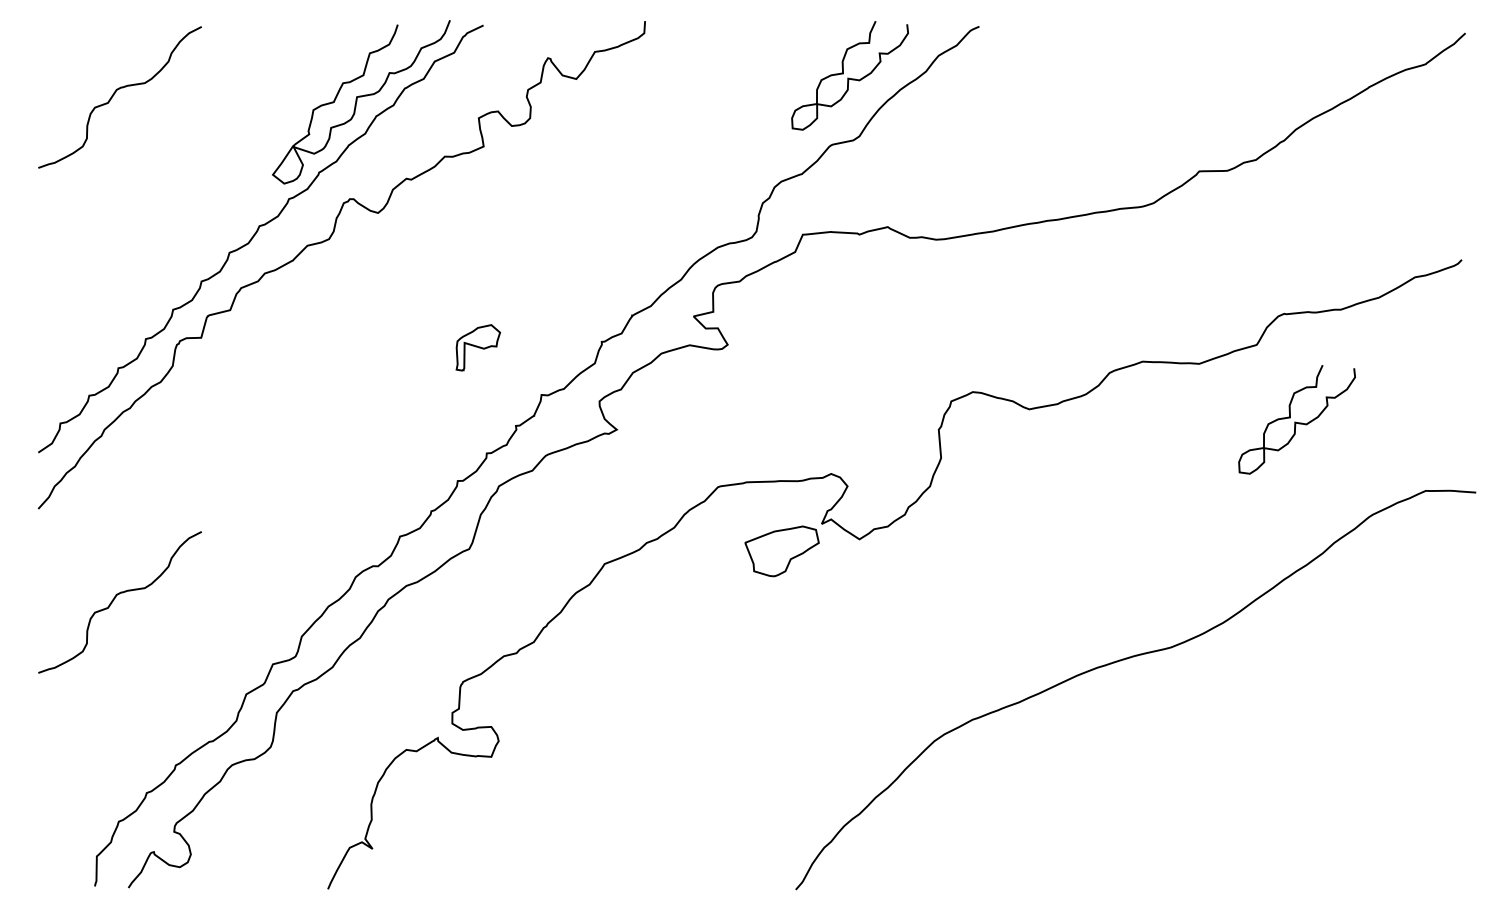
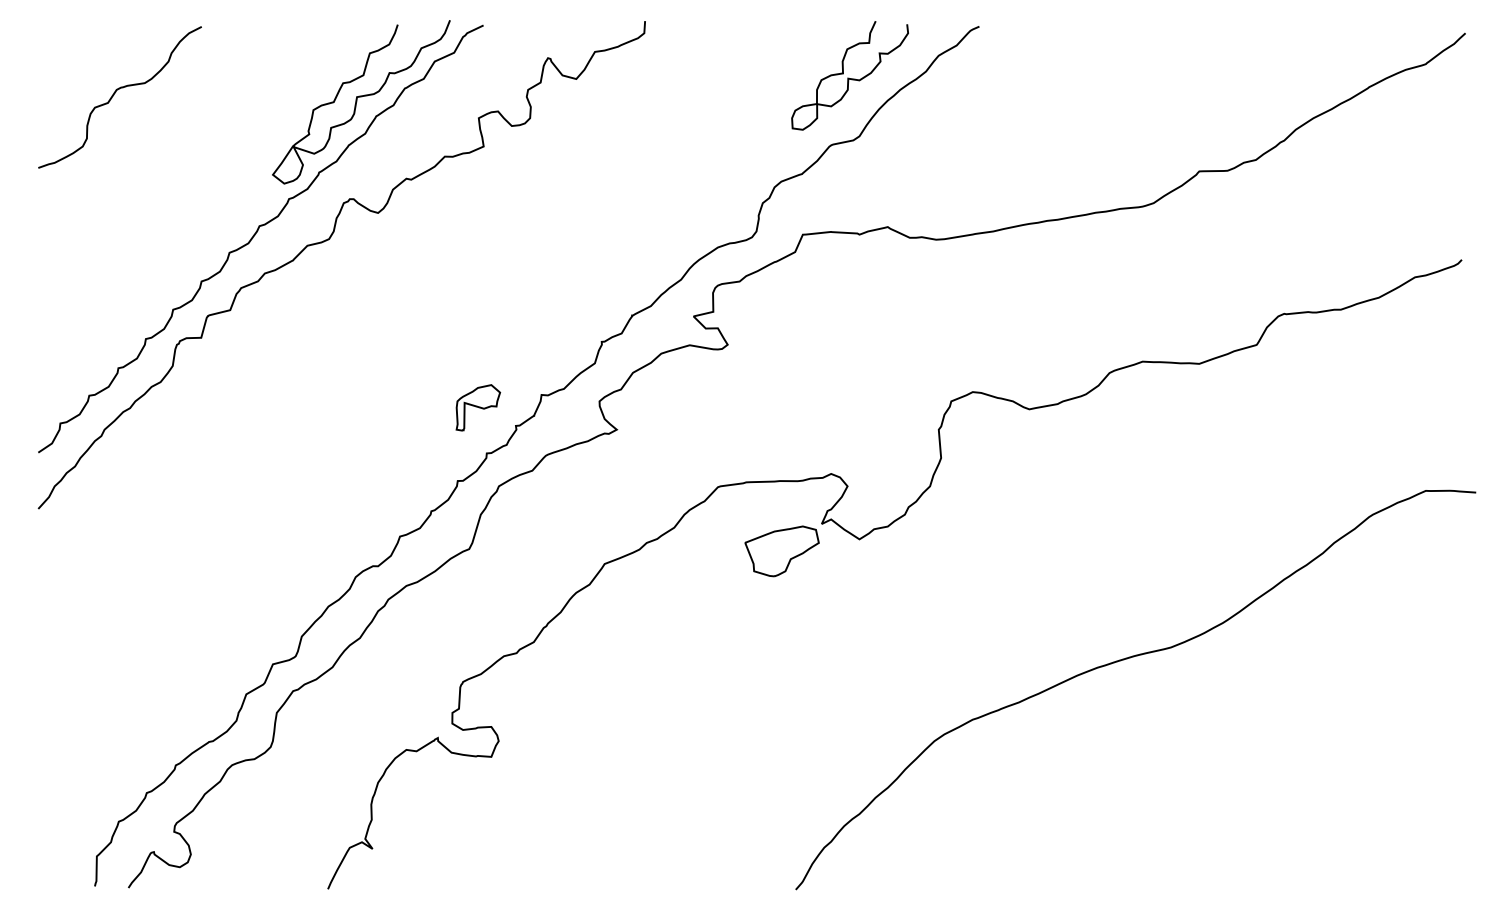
part at (478, 347) position: (478, 347) -> (478, 407)
curve at (1295, 421): present -> none
curve at (114, 600): present -> none
